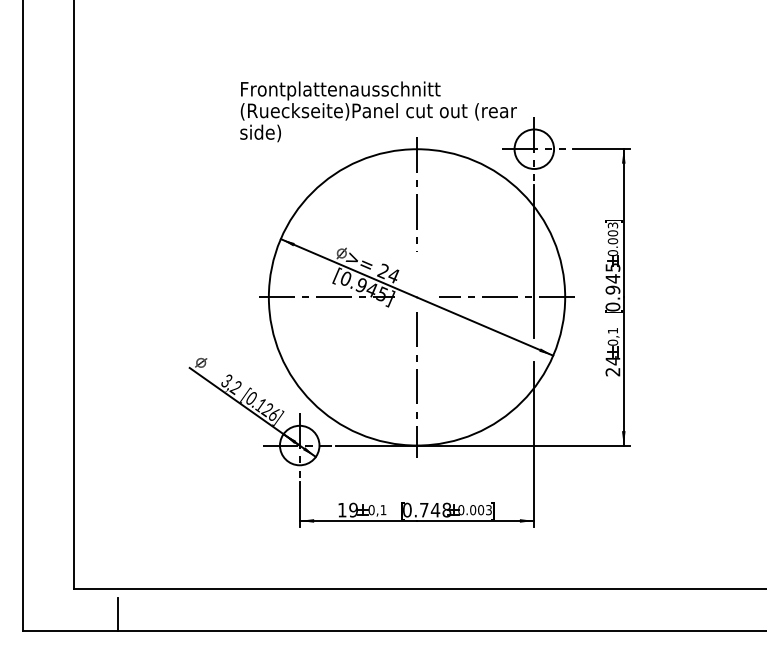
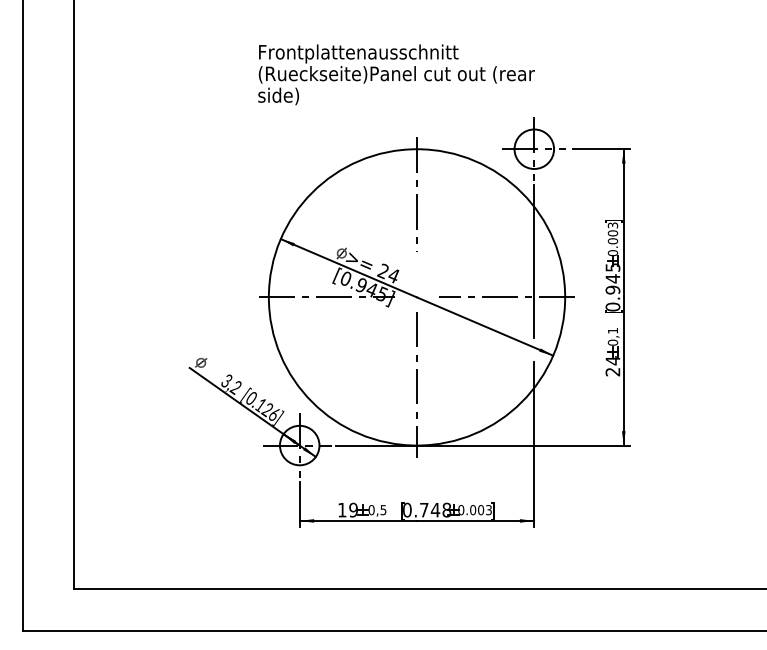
text at (378, 111) position: (378, 111) -> (396, 74)
text at (383, 510): 0,1 -> 0,5
line at (117, 613): present -> none
